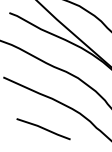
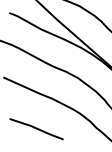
line at (43, 129) position: (43, 129) -> (36, 129)
